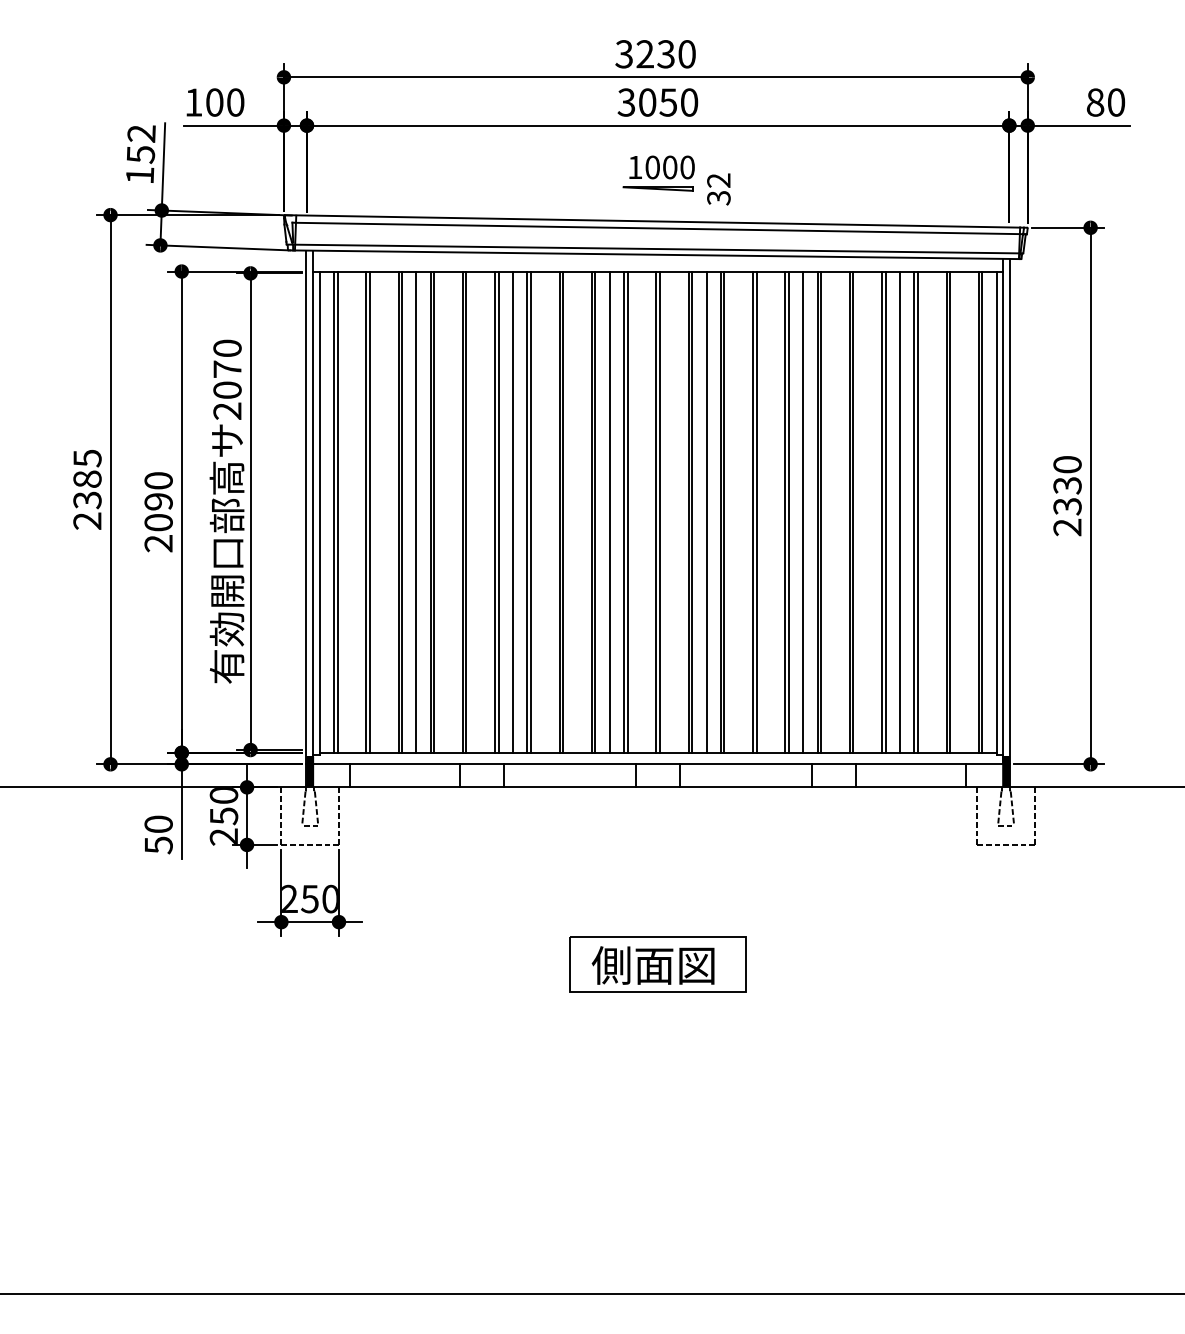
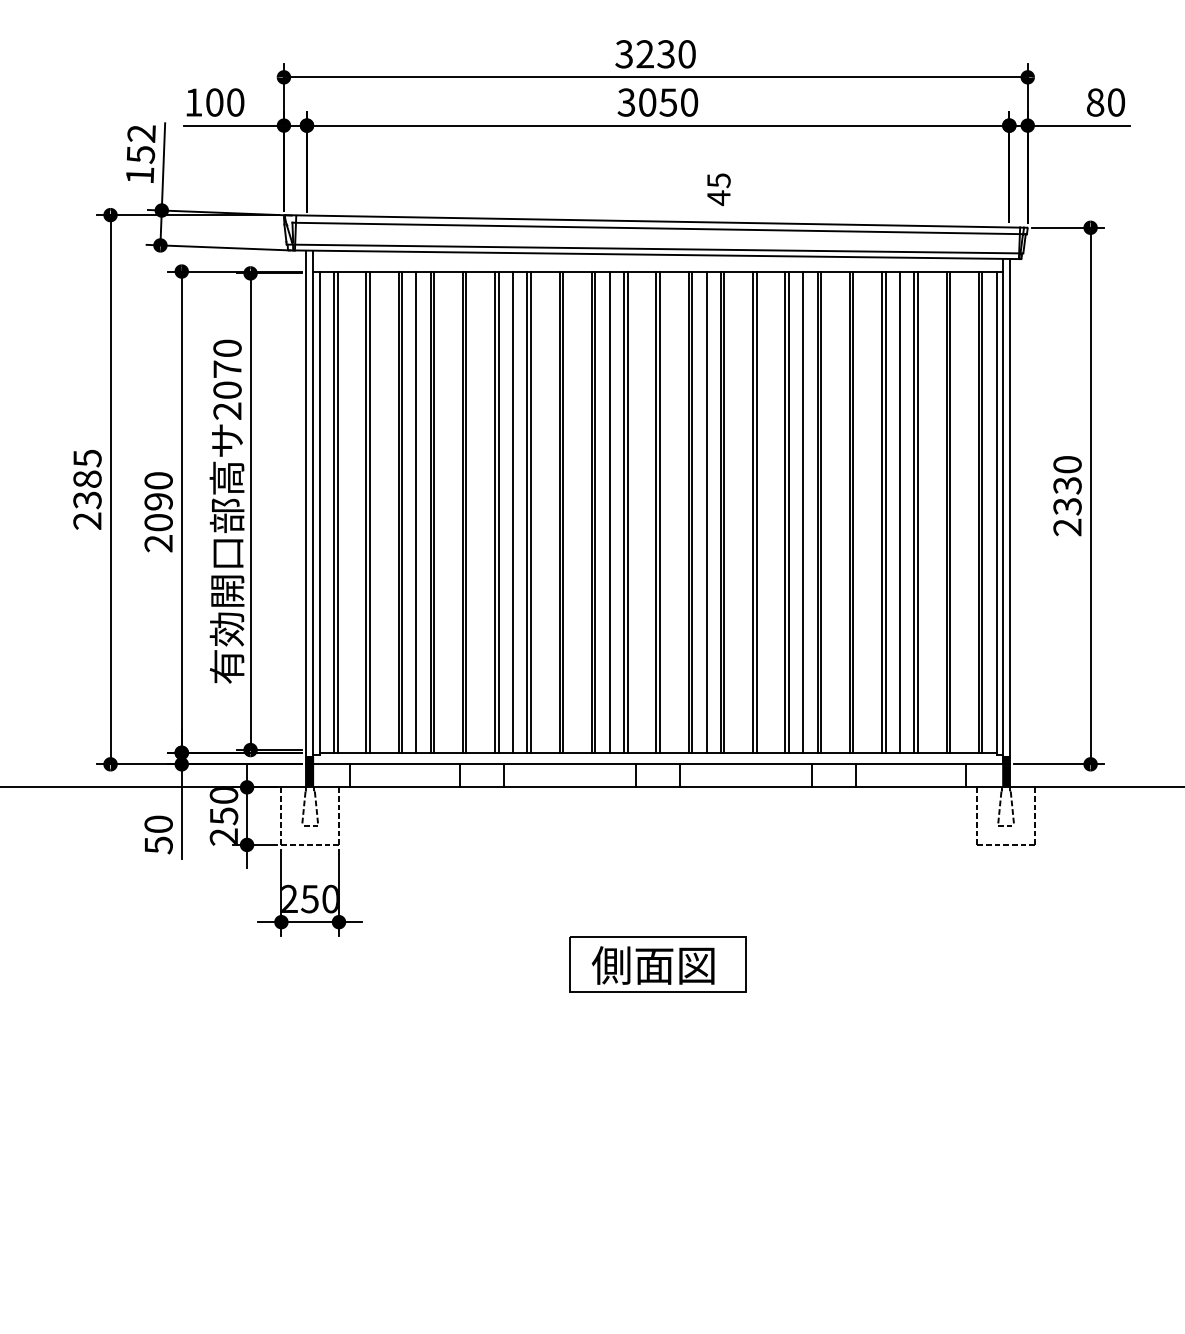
part at (658, 173): present -> none
text at (718, 189): 32 -> 45
line at (591, 1293): present -> none
